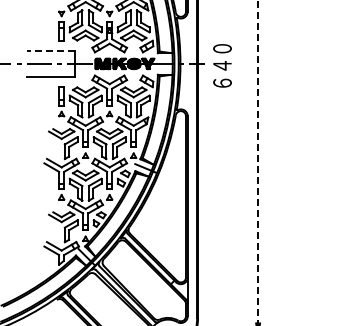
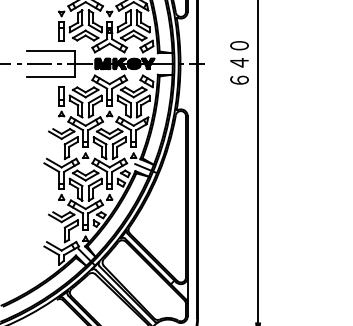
line at (50, 51): dashed -> solid
text at (222, 65) position: (222, 65) -> (239, 62)
line at (258, 162): dashed -> solid
